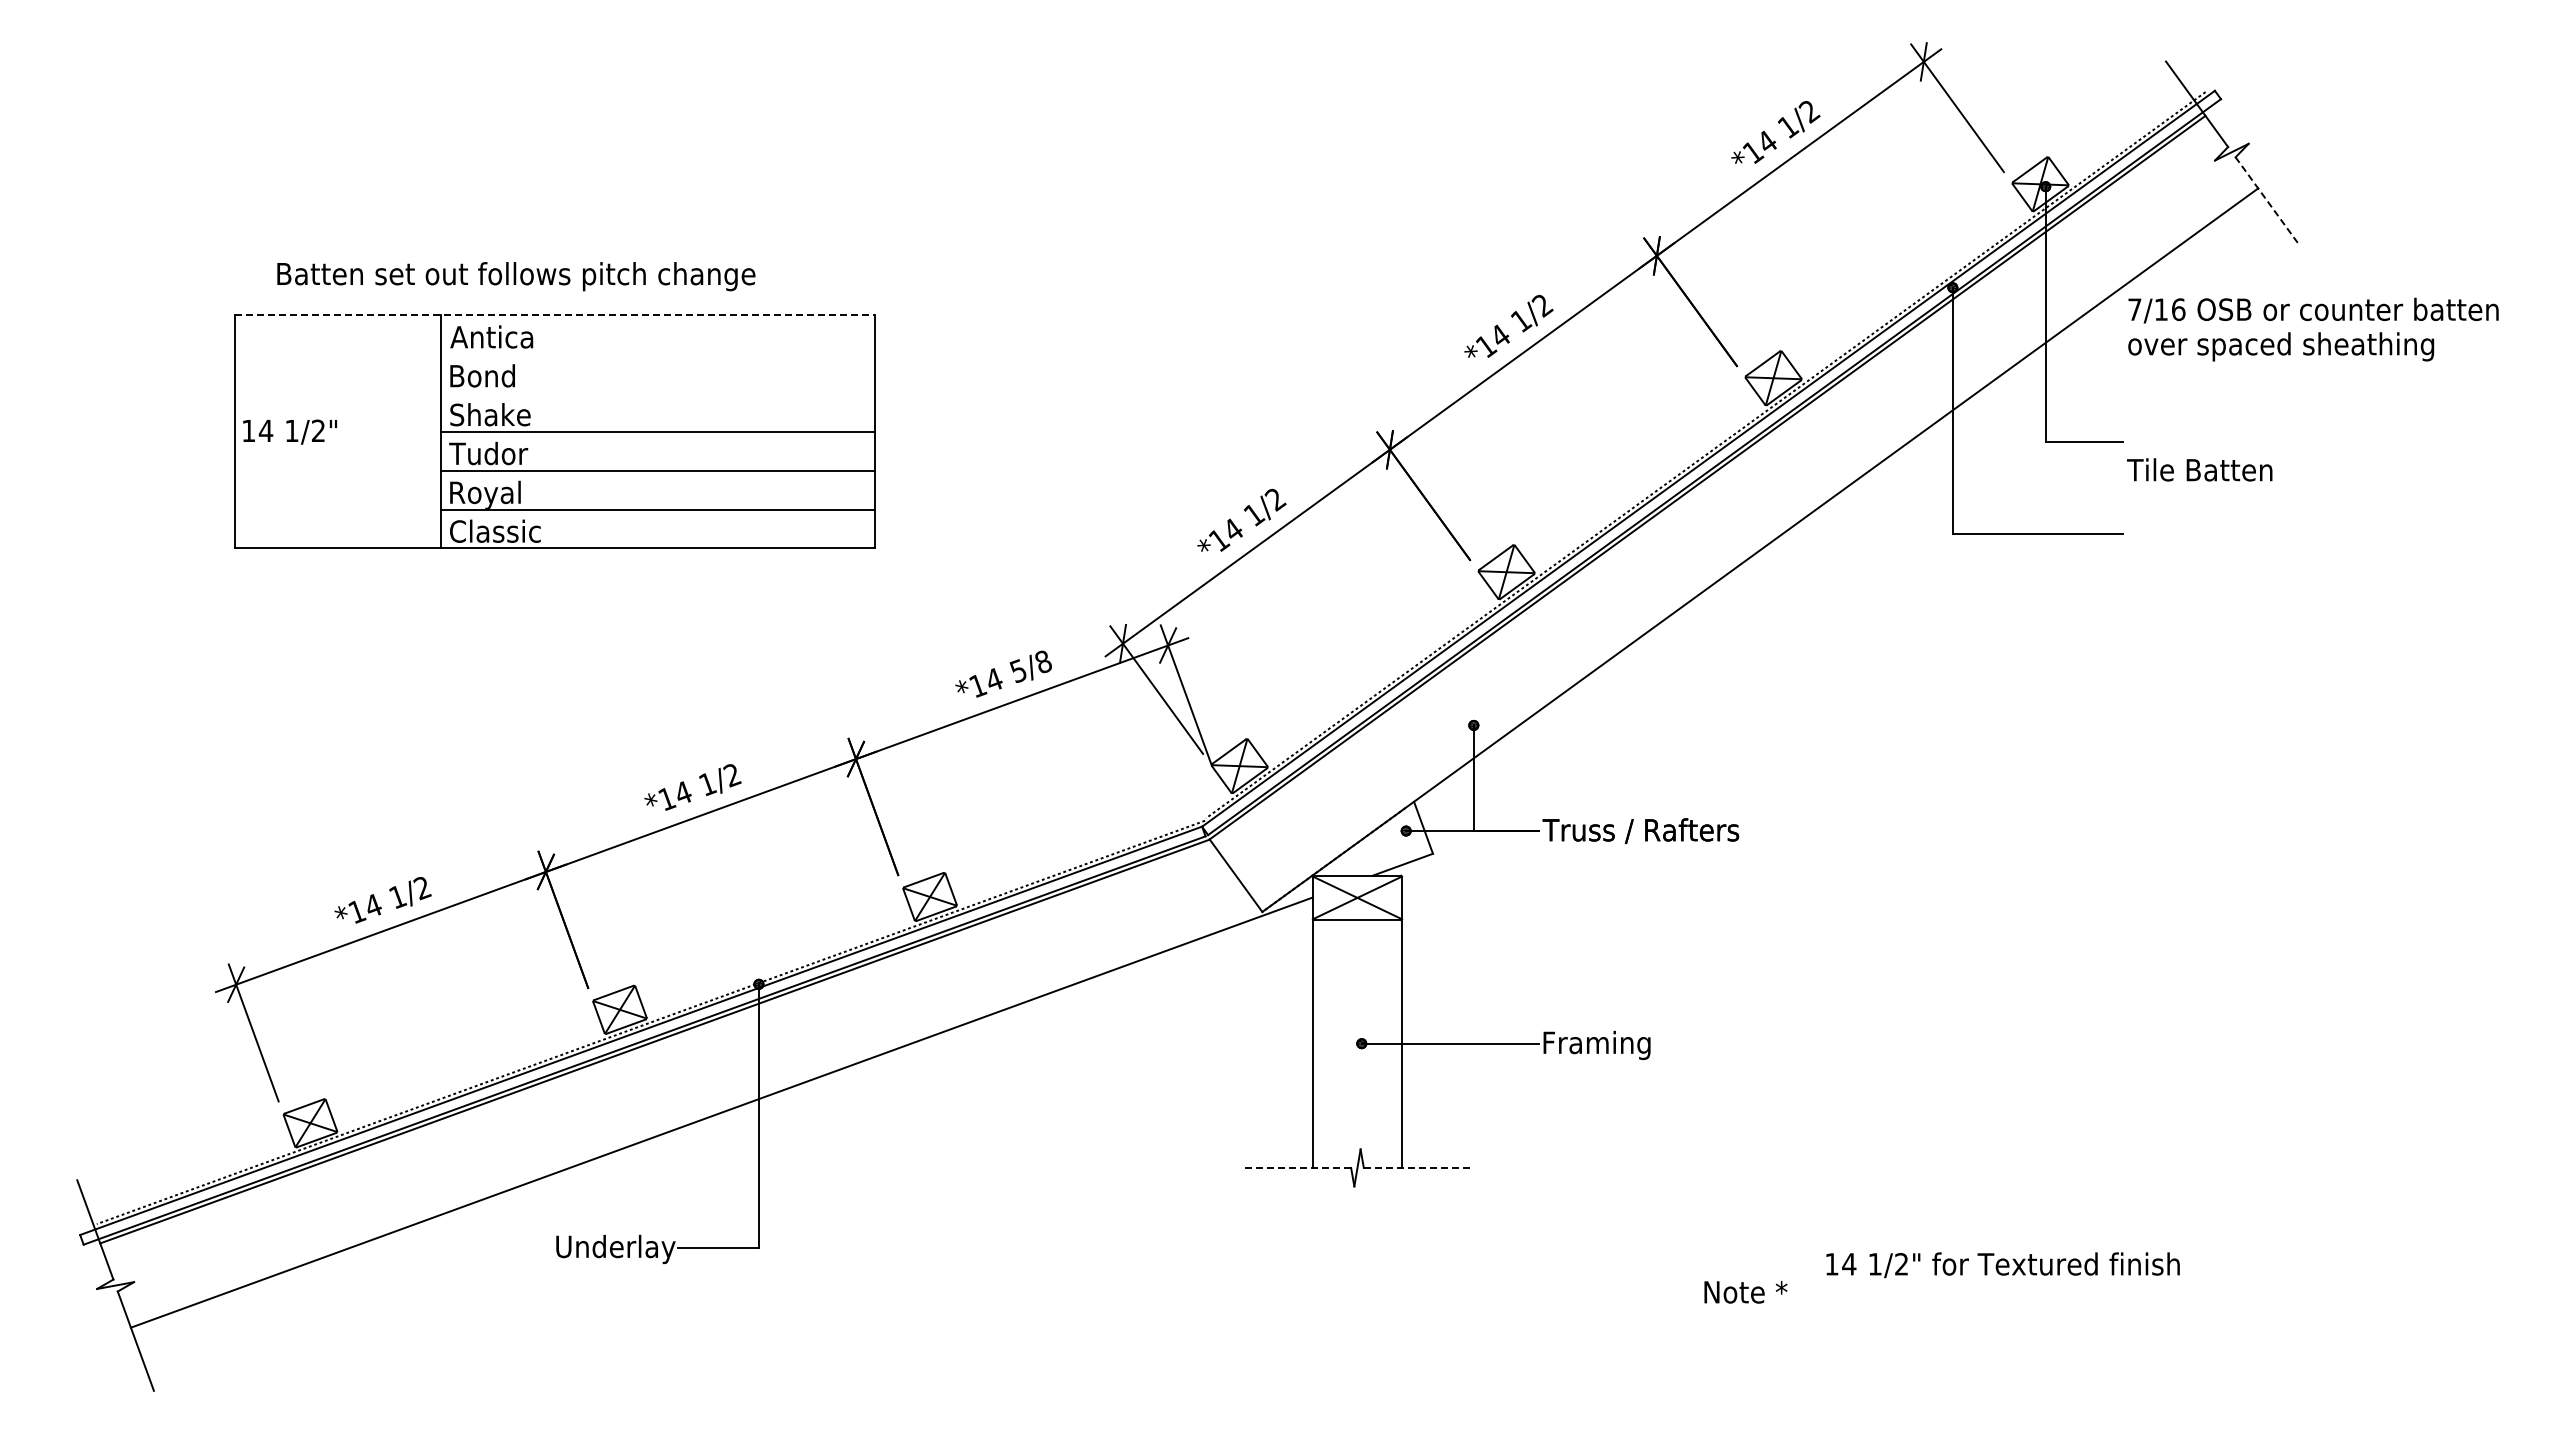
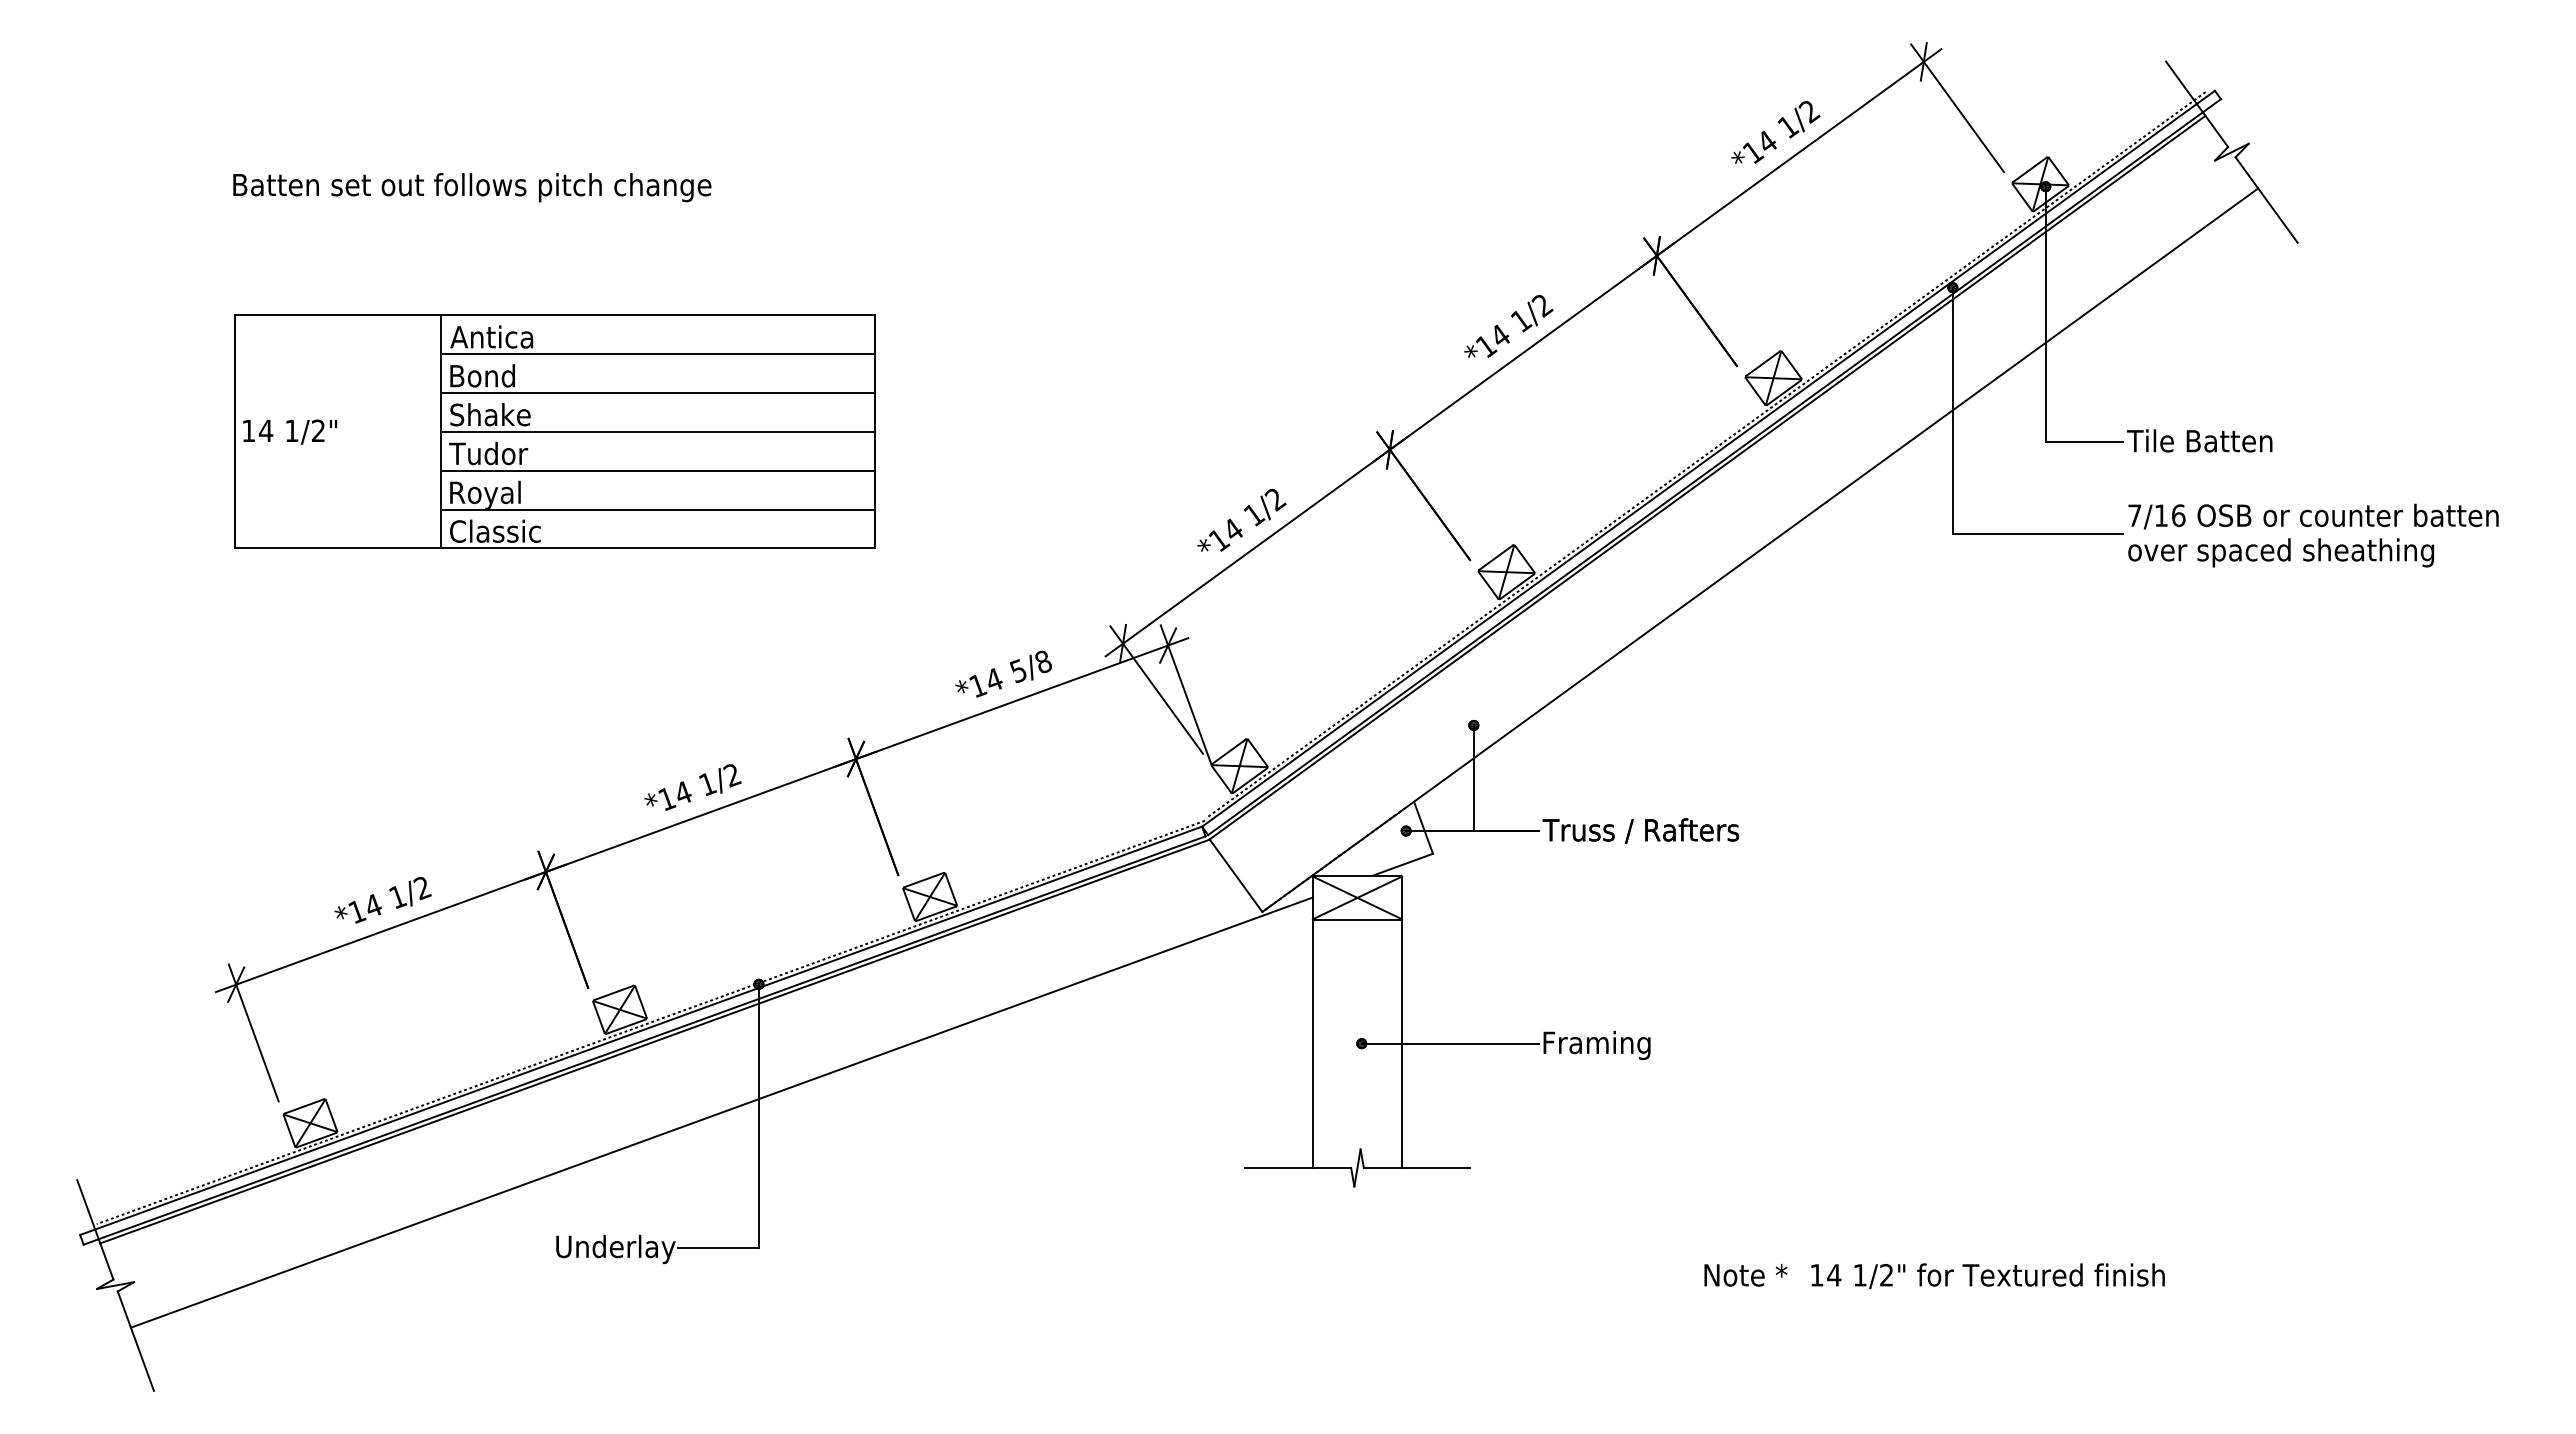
line at (2266, 200): dashed -> solid
text at (516, 276) position: (516, 276) -> (472, 187)
line at (555, 315): dashed -> solid
text at (2313, 329) position: (2313, 329) -> (2313, 535)
line at (657, 354): none -> present
line at (657, 393): none -> present
text at (2199, 469) position: (2199, 469) -> (2199, 440)
line at (1298, 1167): dashed -> solid
line at (1416, 1167): dashed -> solid
text at (2002, 1265) position: (2002, 1265) -> (1987, 1276)
text at (1745, 1292) position: (1745, 1292) -> (1745, 1275)
